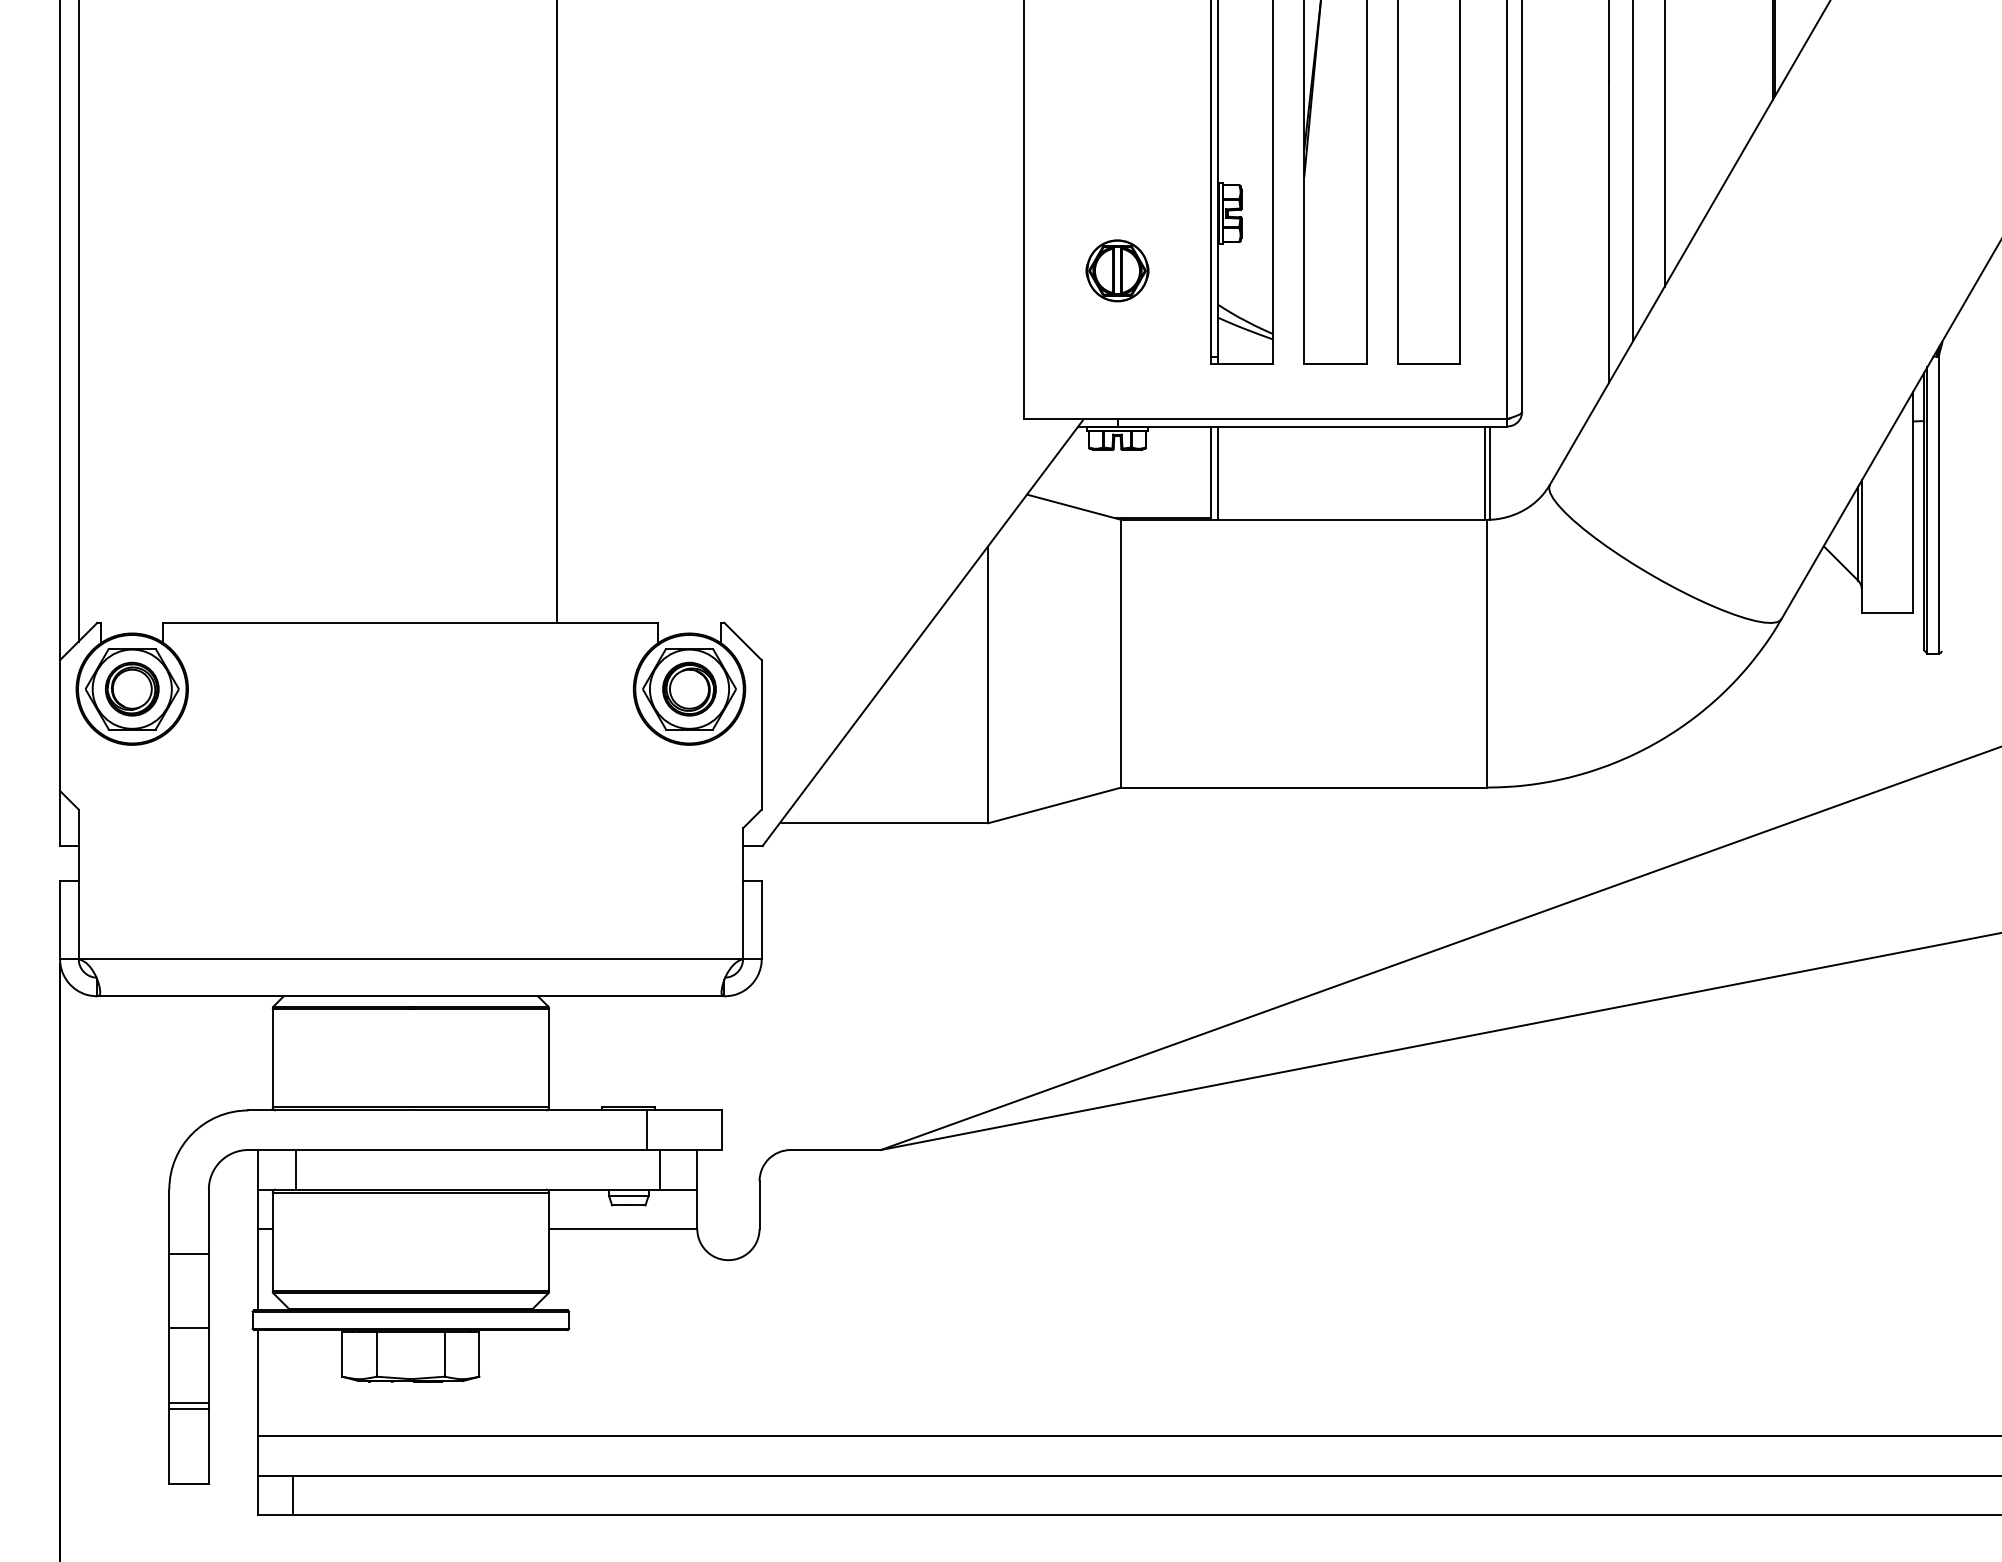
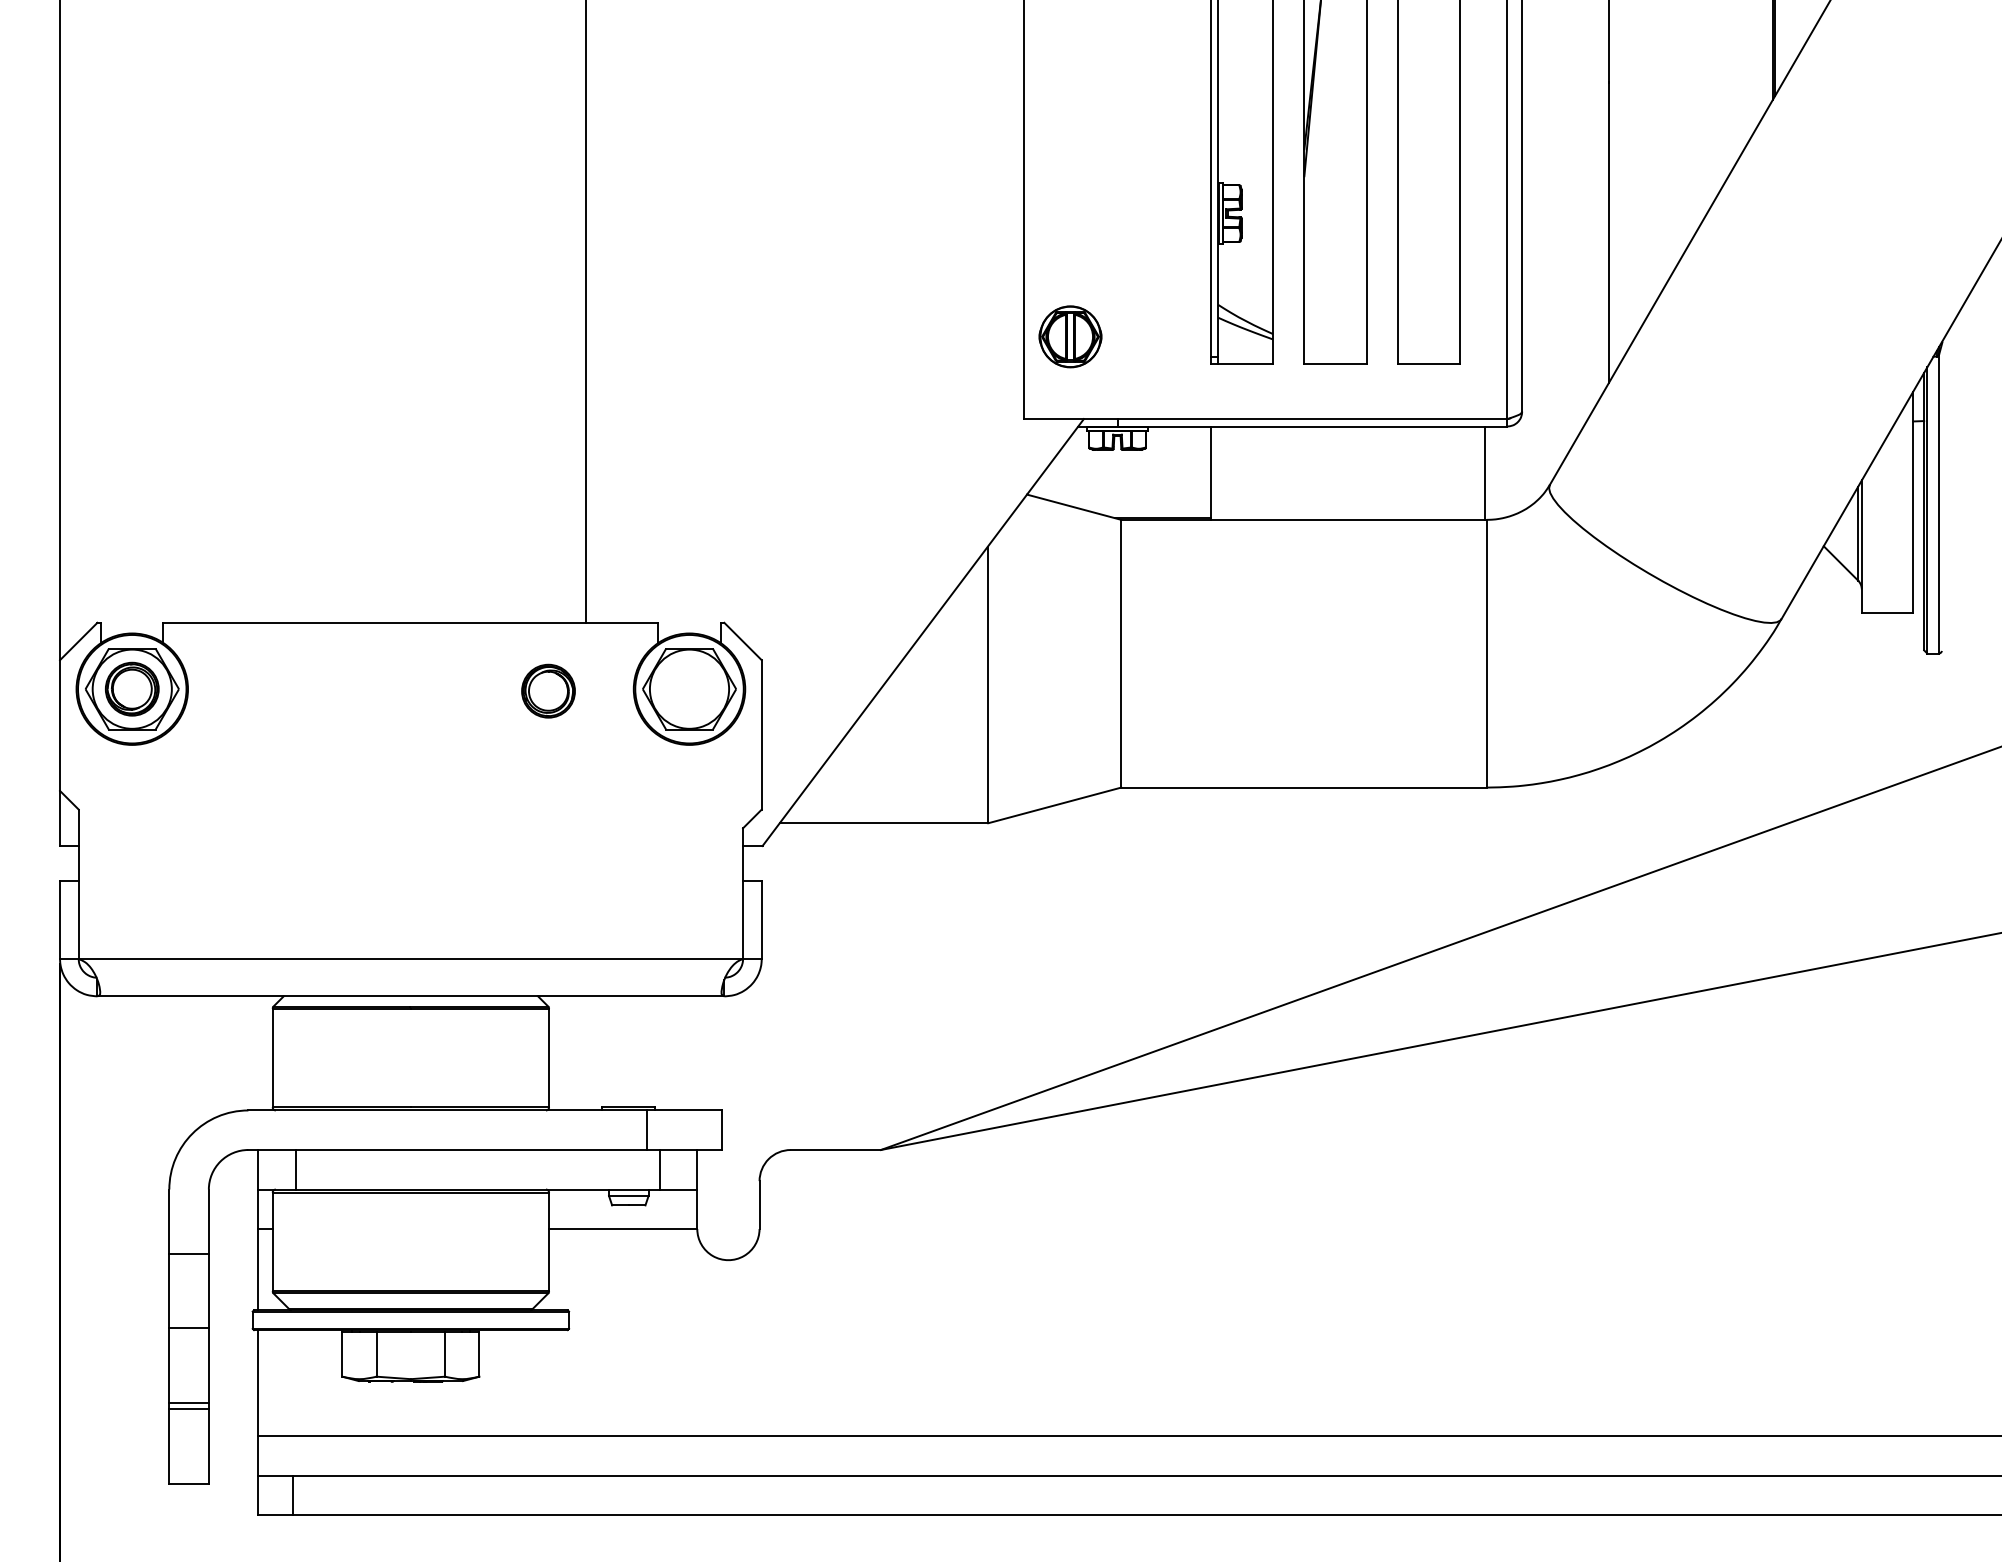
line at (1664, 144): present -> none
line at (1633, 171): present -> none
part at (1117, 270) position: (1117, 270) -> (1070, 336)
line at (557, 312) position: (557, 312) -> (586, 312)
line at (78, 321): present -> none
line at (1218, 472): present -> none
line at (1490, 473): present -> none
part at (689, 688) position: (689, 688) -> (548, 690)
